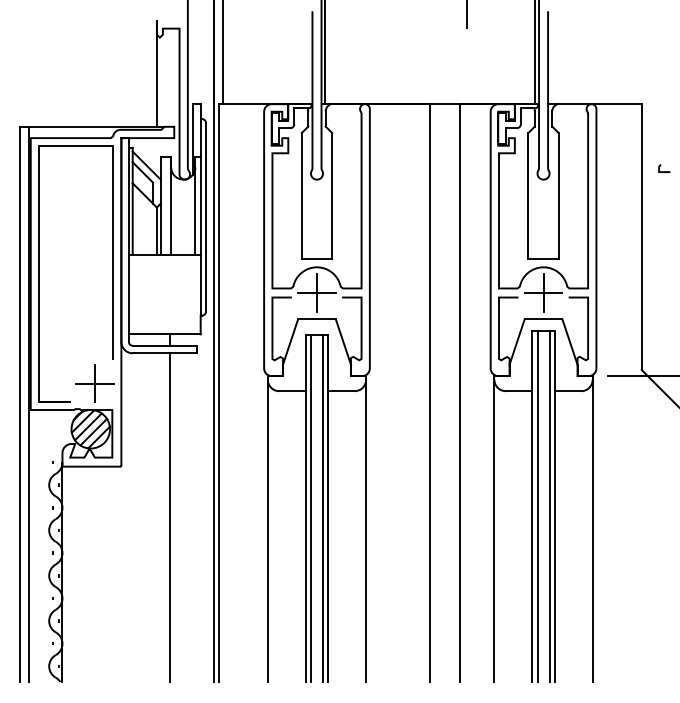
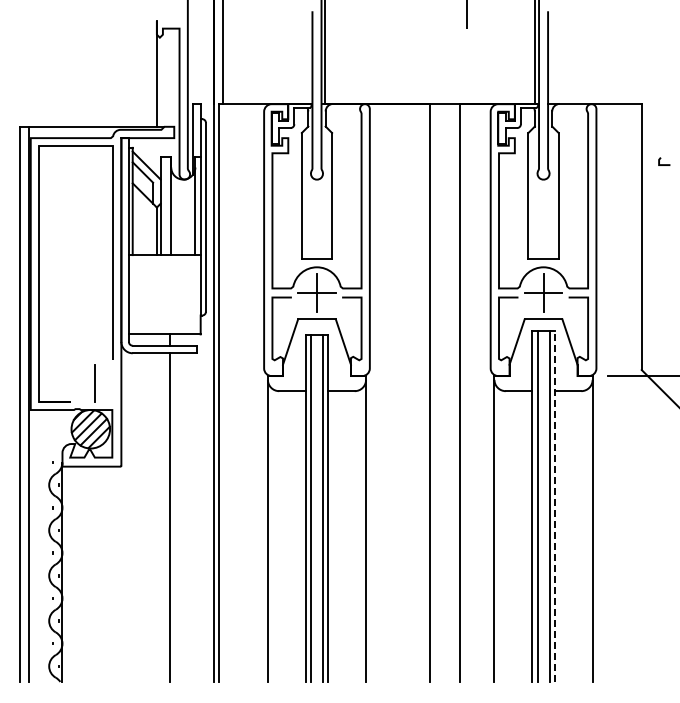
line at (664, 171) position: (664, 171) -> (664, 164)
line at (94, 383): present -> none
line at (554, 506): solid -> dashed
